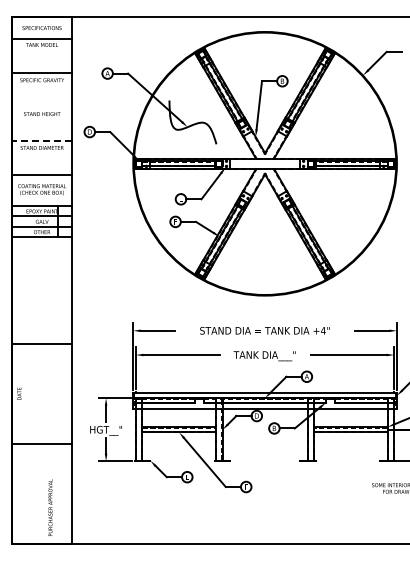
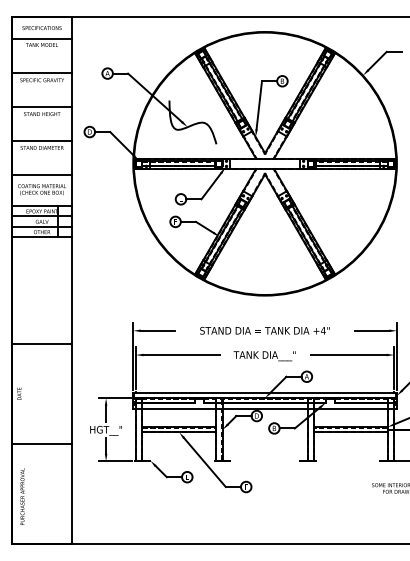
line at (41, 107): none -> present
line at (42, 140): dashed -> solid
text at (50, 507) position: (50, 507) -> (22, 496)
